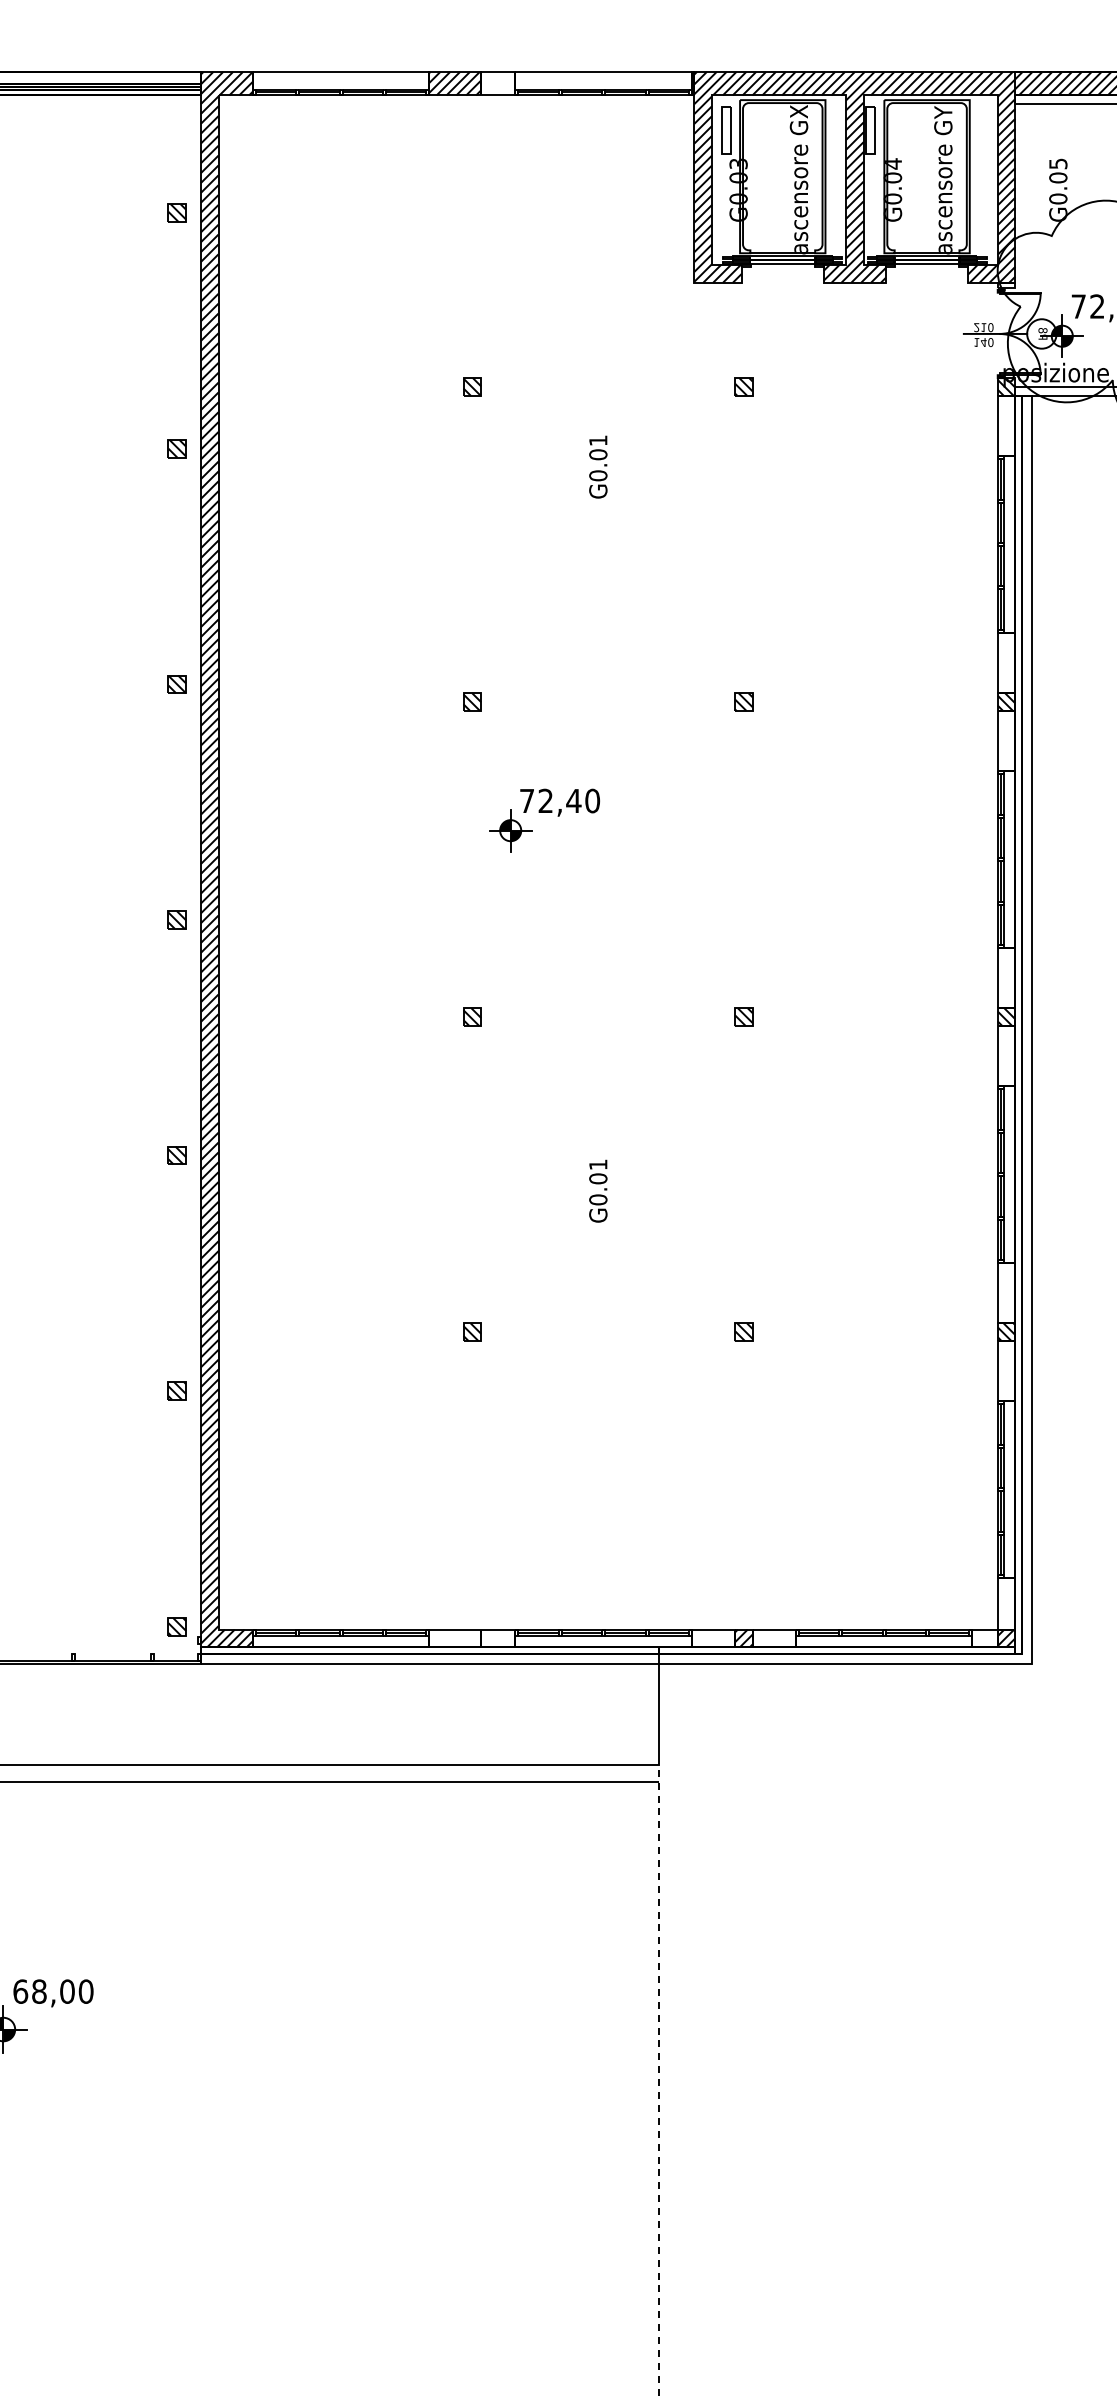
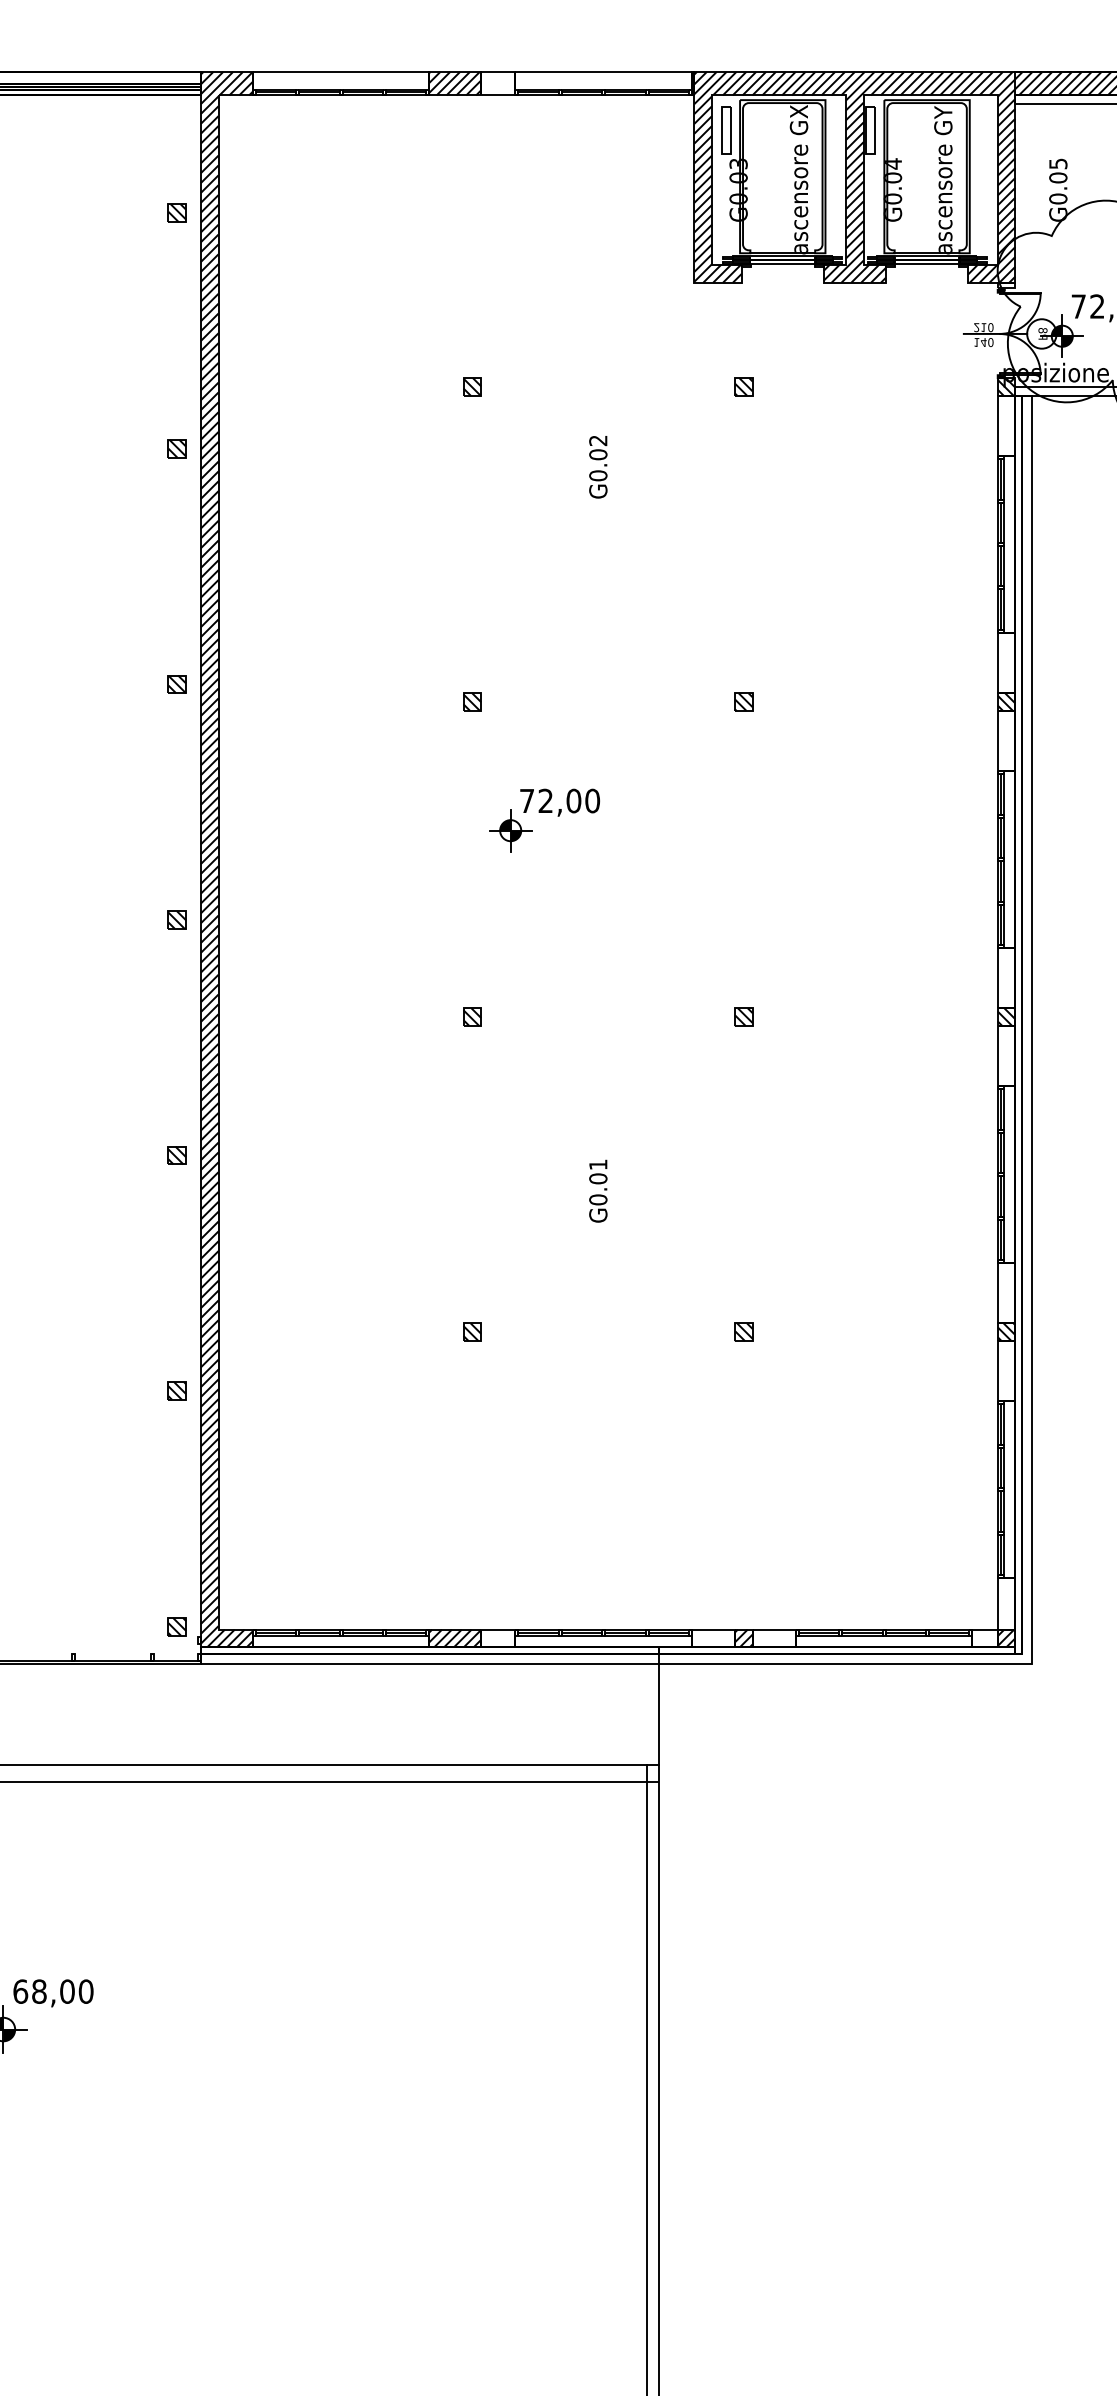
text at (598, 440): G0.01 -> G0.02
text at (573, 800): 72,40 -> 72,00
hatch at (455, 1638): none -> present
line at (646, 2078): none -> present
line at (658, 2080): dashed -> solid
